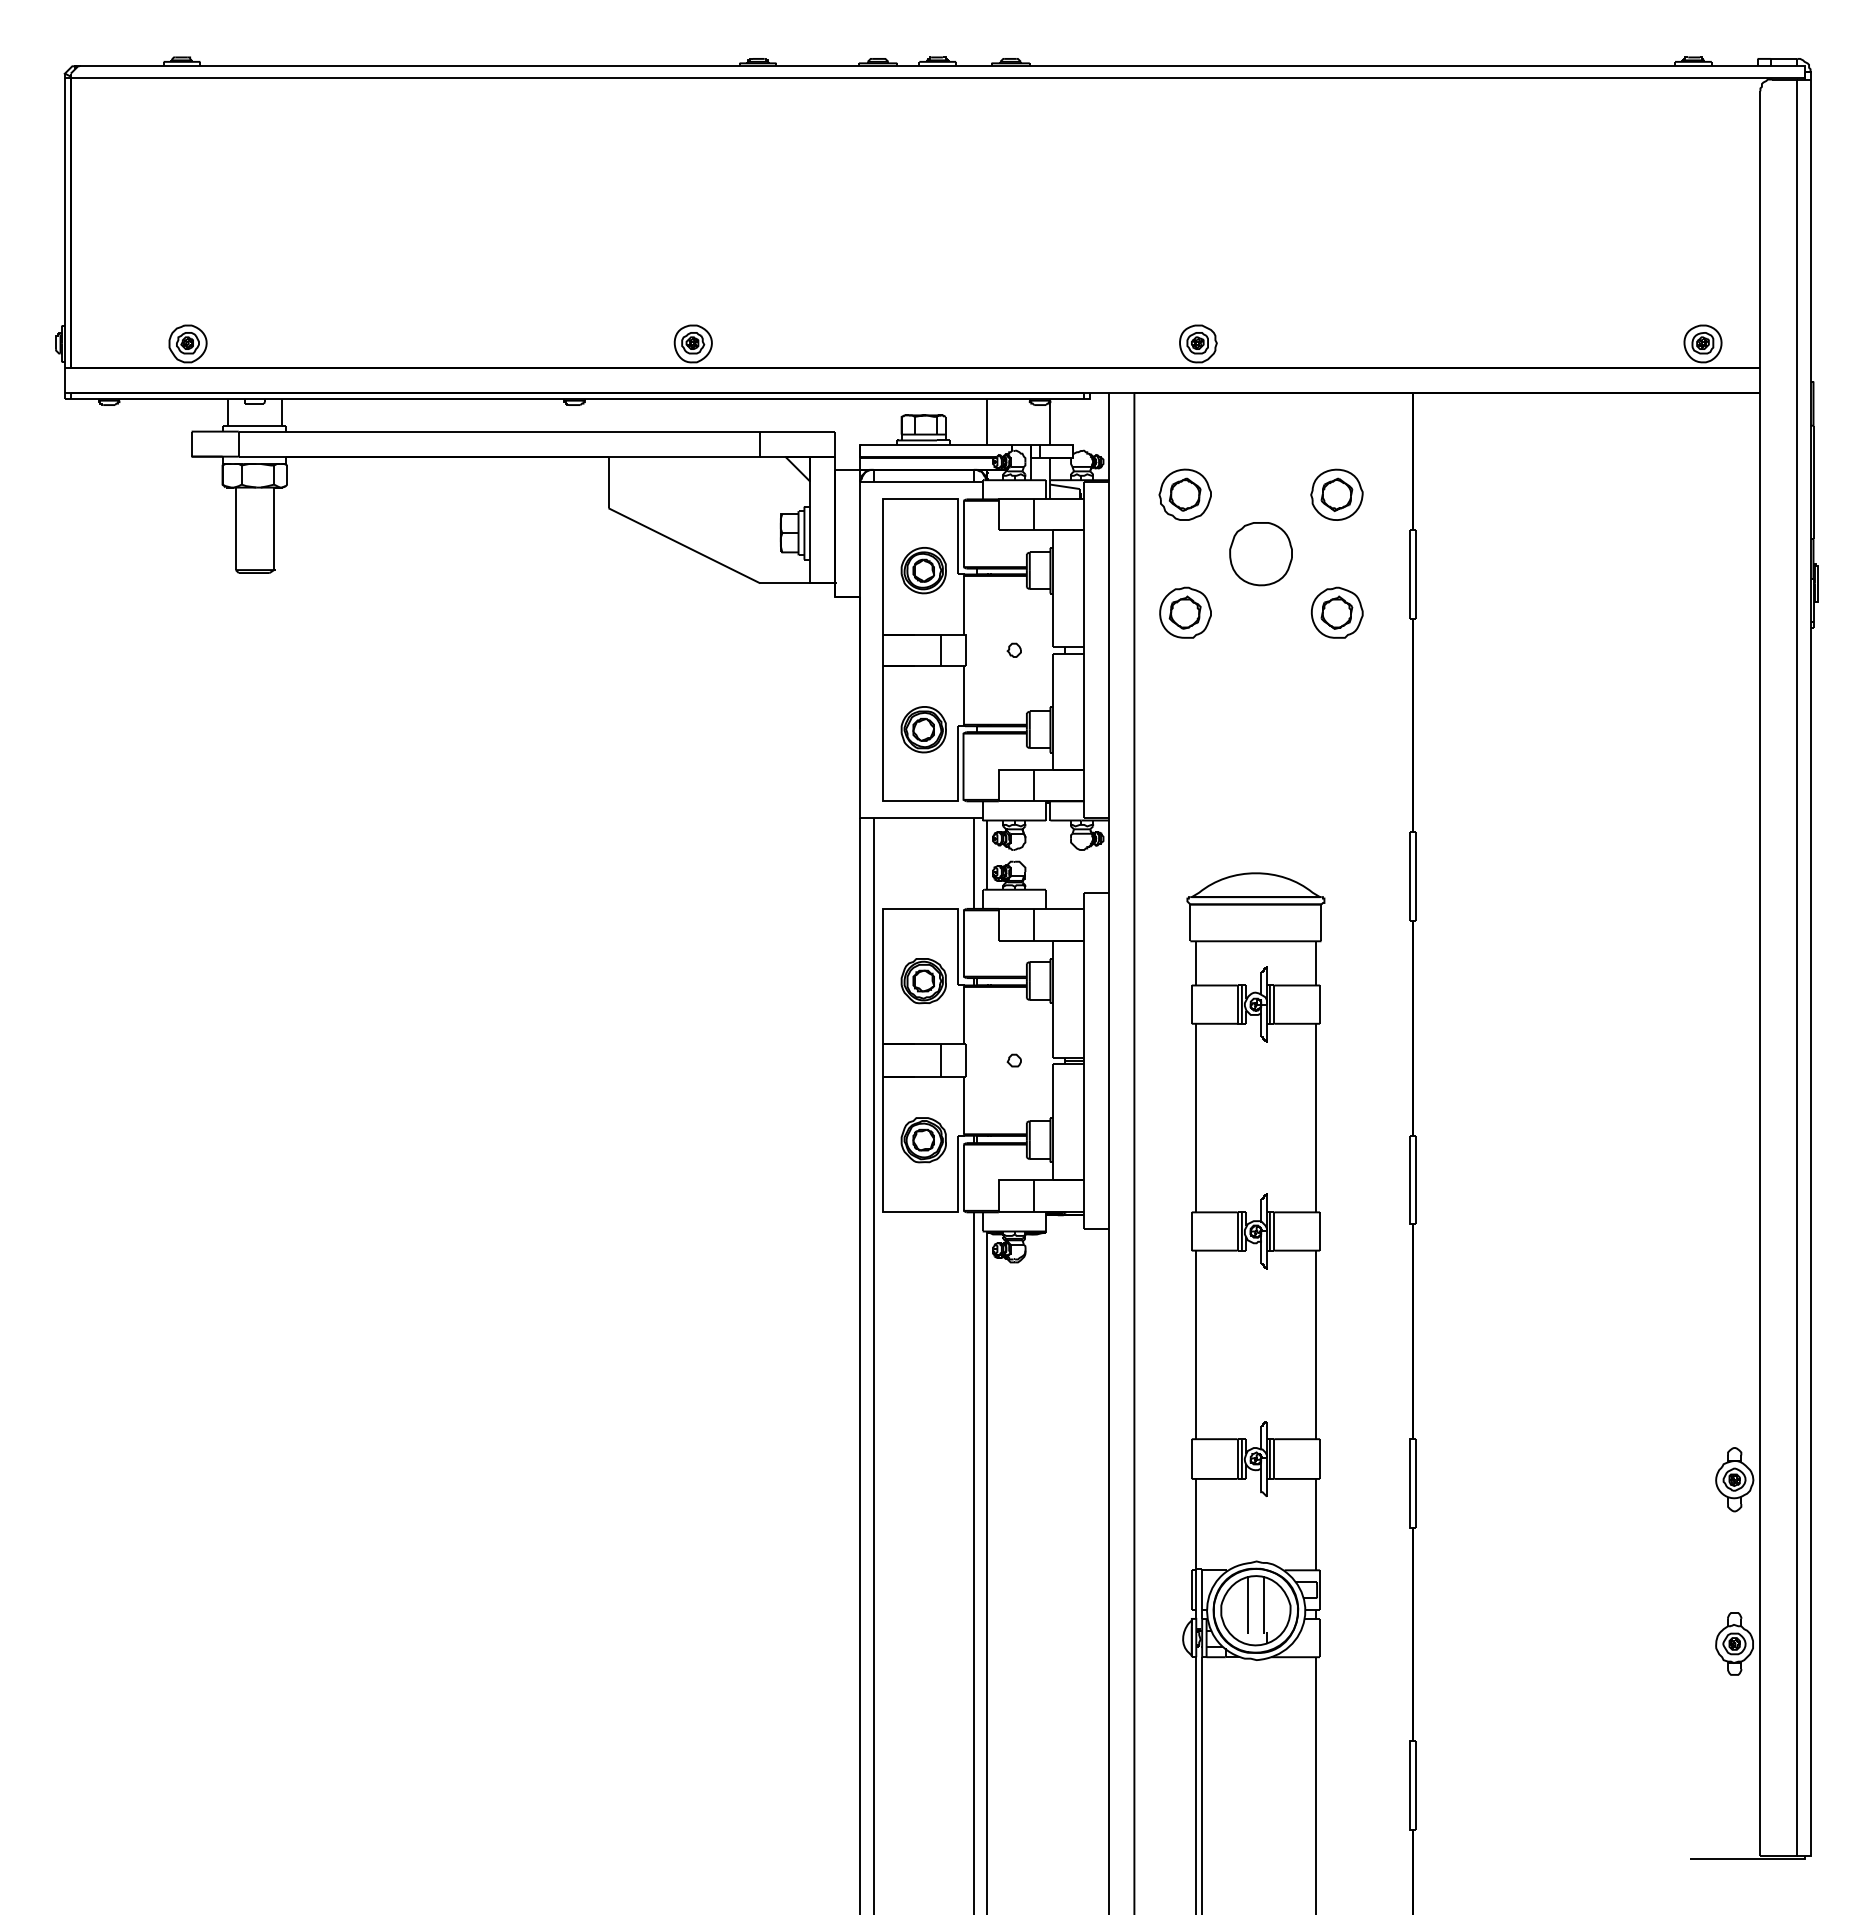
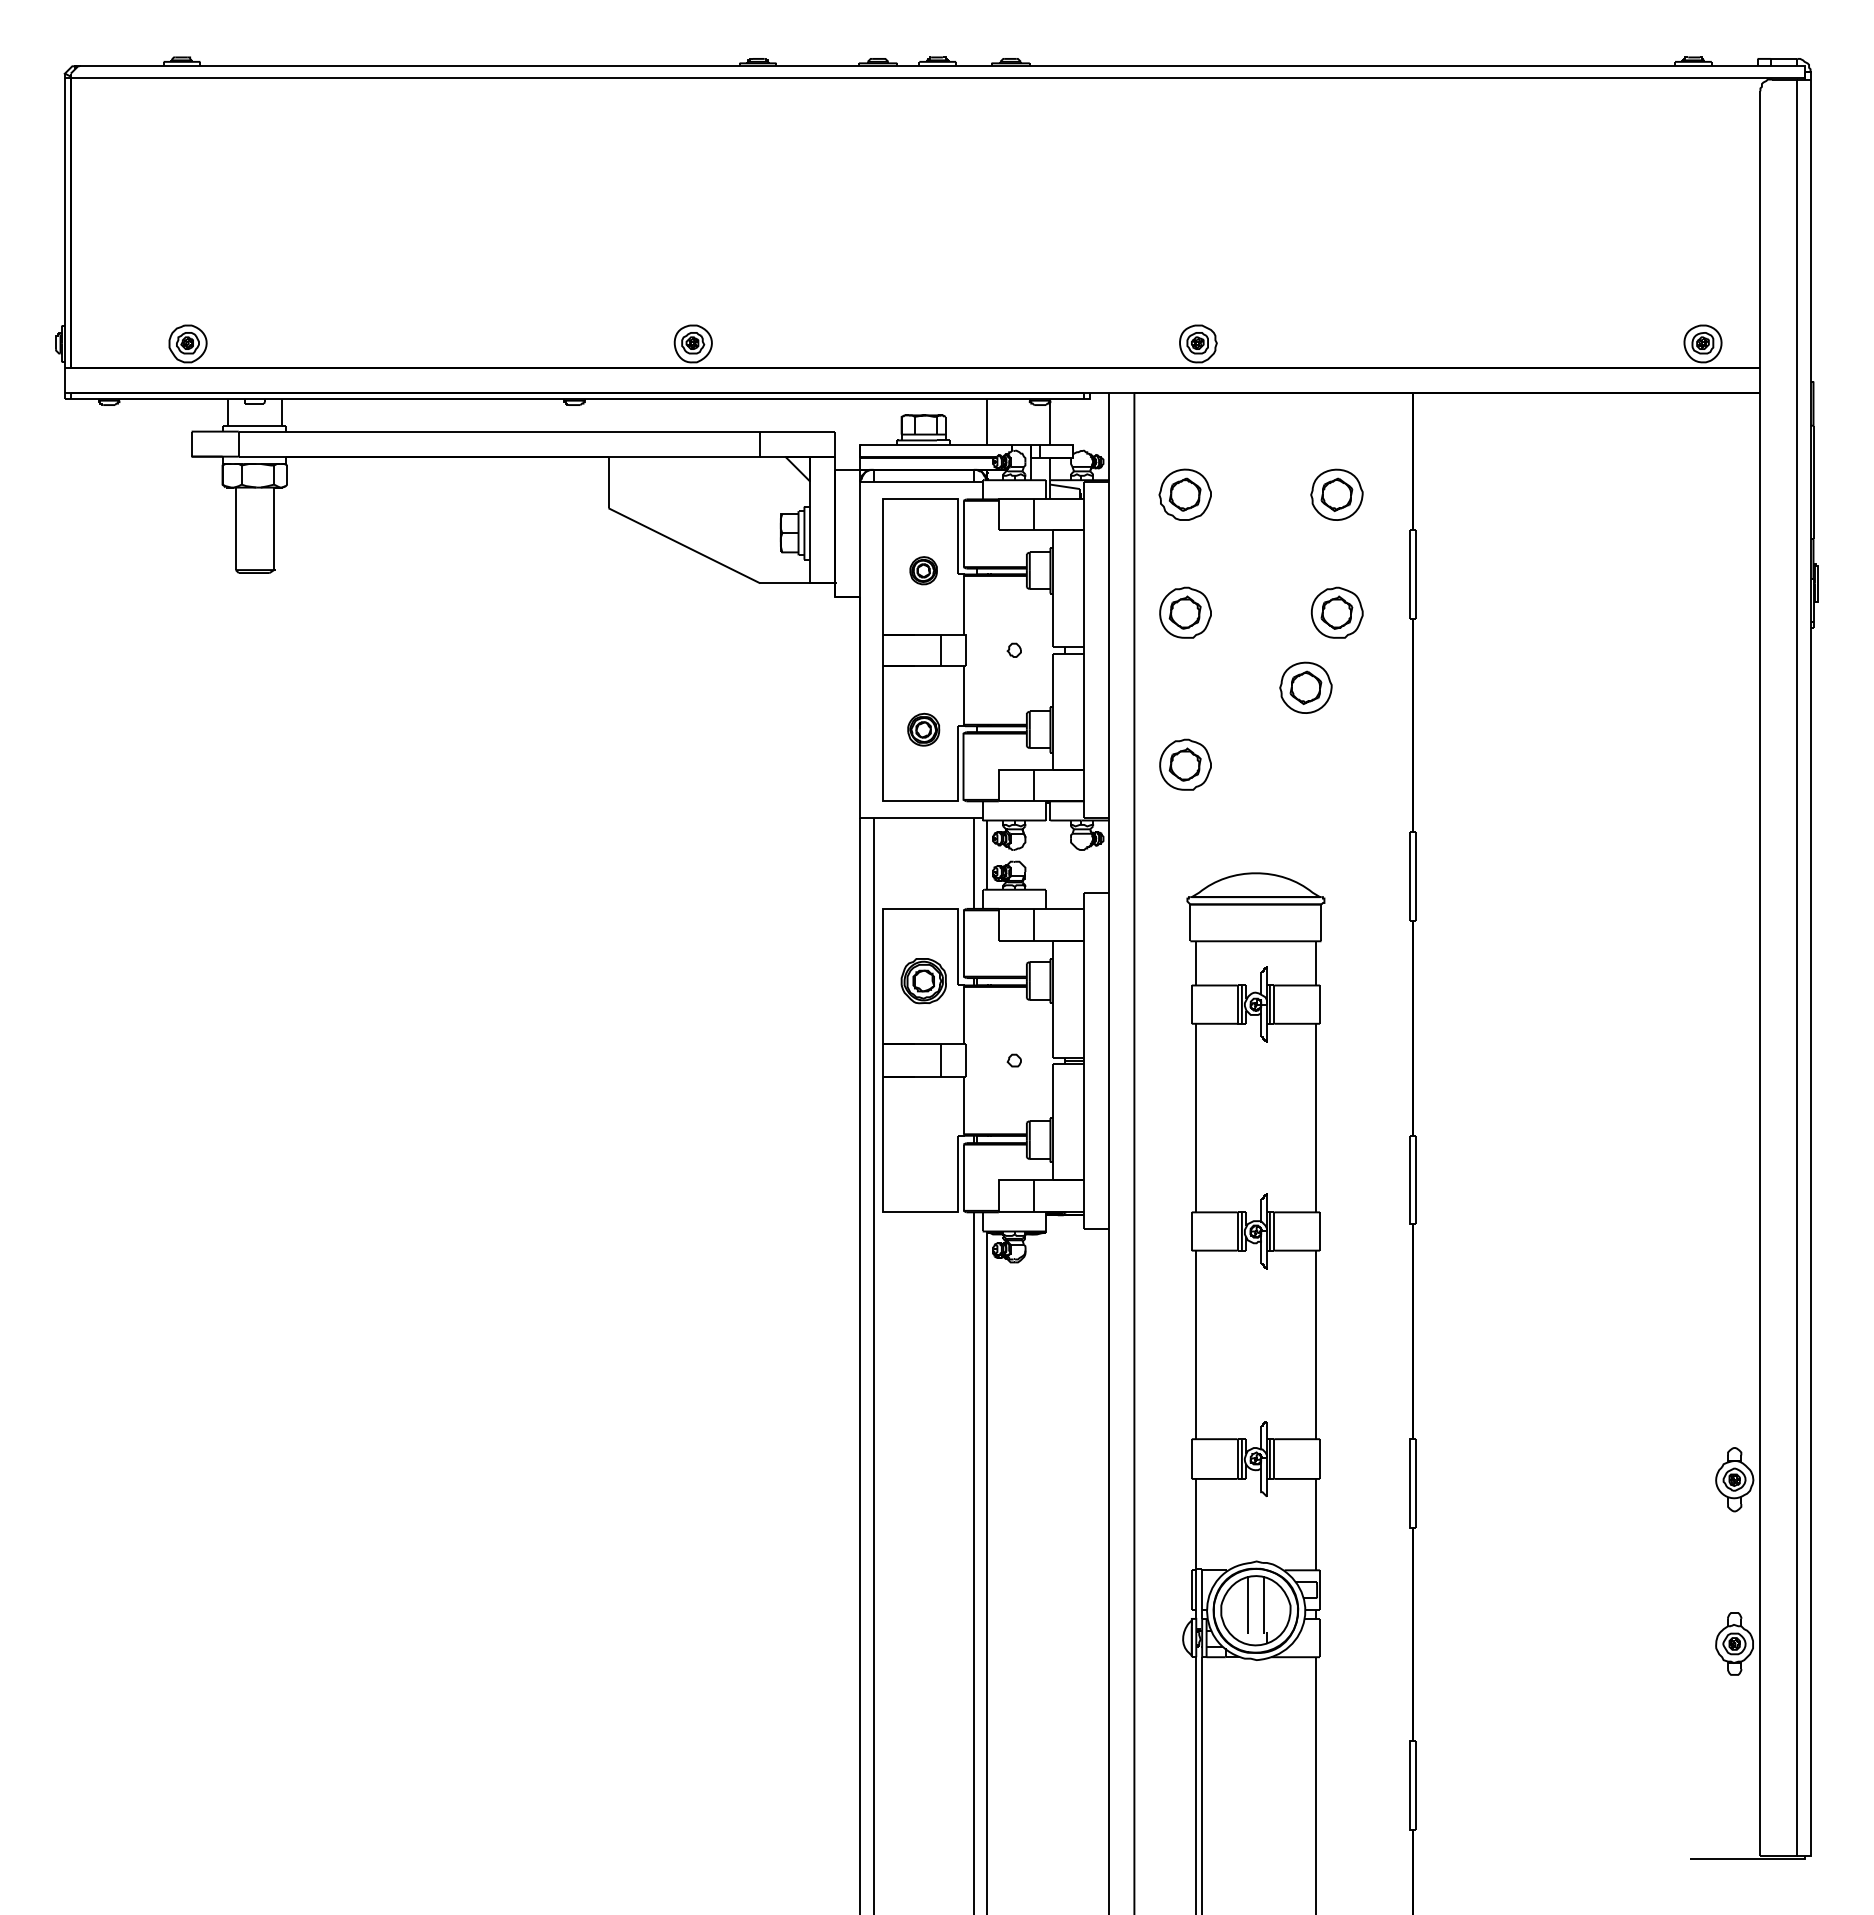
part at (1260, 554): present -> none
part at (923, 570) size: 47x48 px -> 29x30 px
part at (1305, 687): none -> present
part at (923, 729) size: 47x48 px -> 34x35 px
part at (1185, 764): none -> present
part at (923, 1140): present -> none
